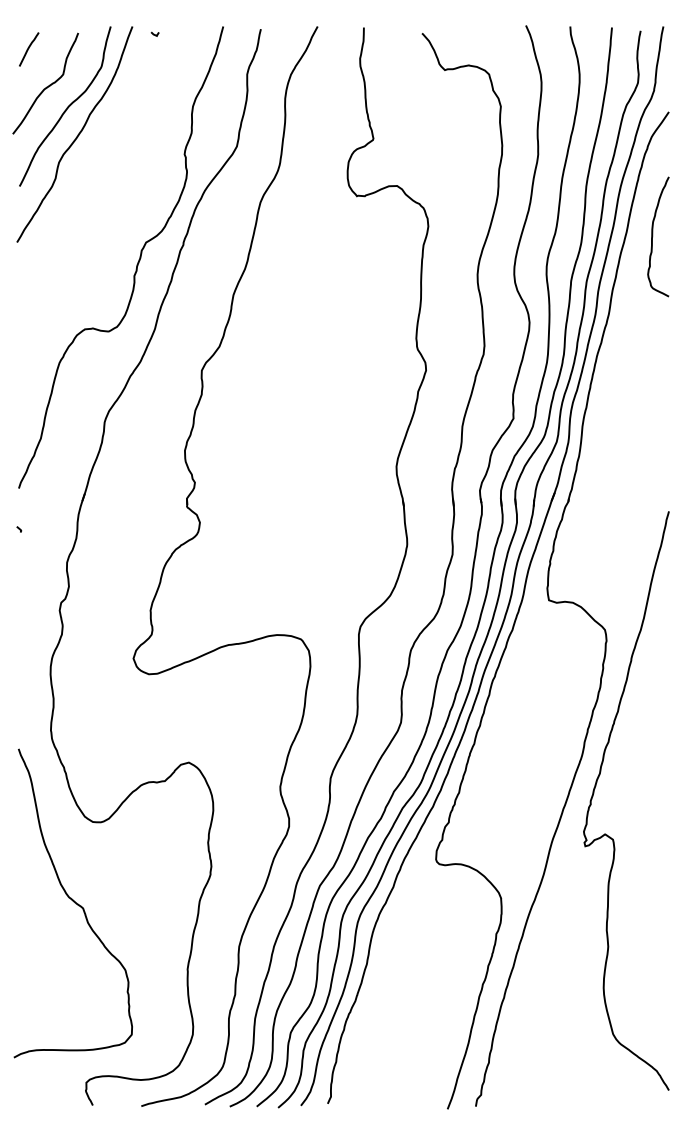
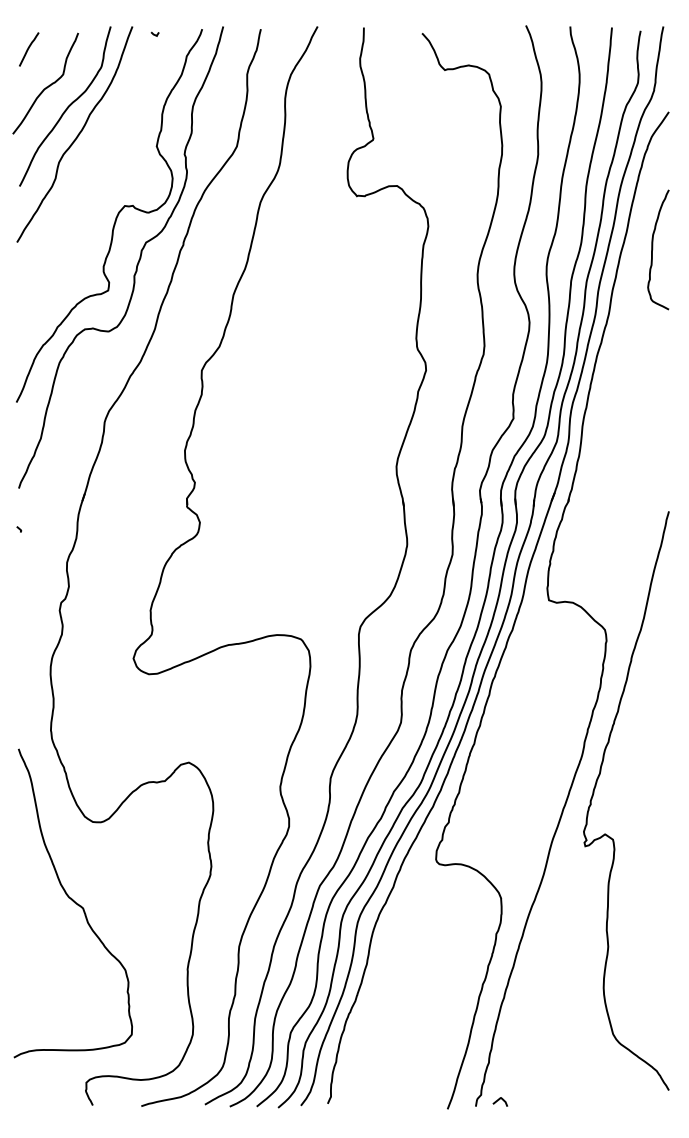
curve at (115, 217): none -> present
curve at (653, 236) position: (653, 236) -> (653, 249)
curve at (499, 1100): none -> present
